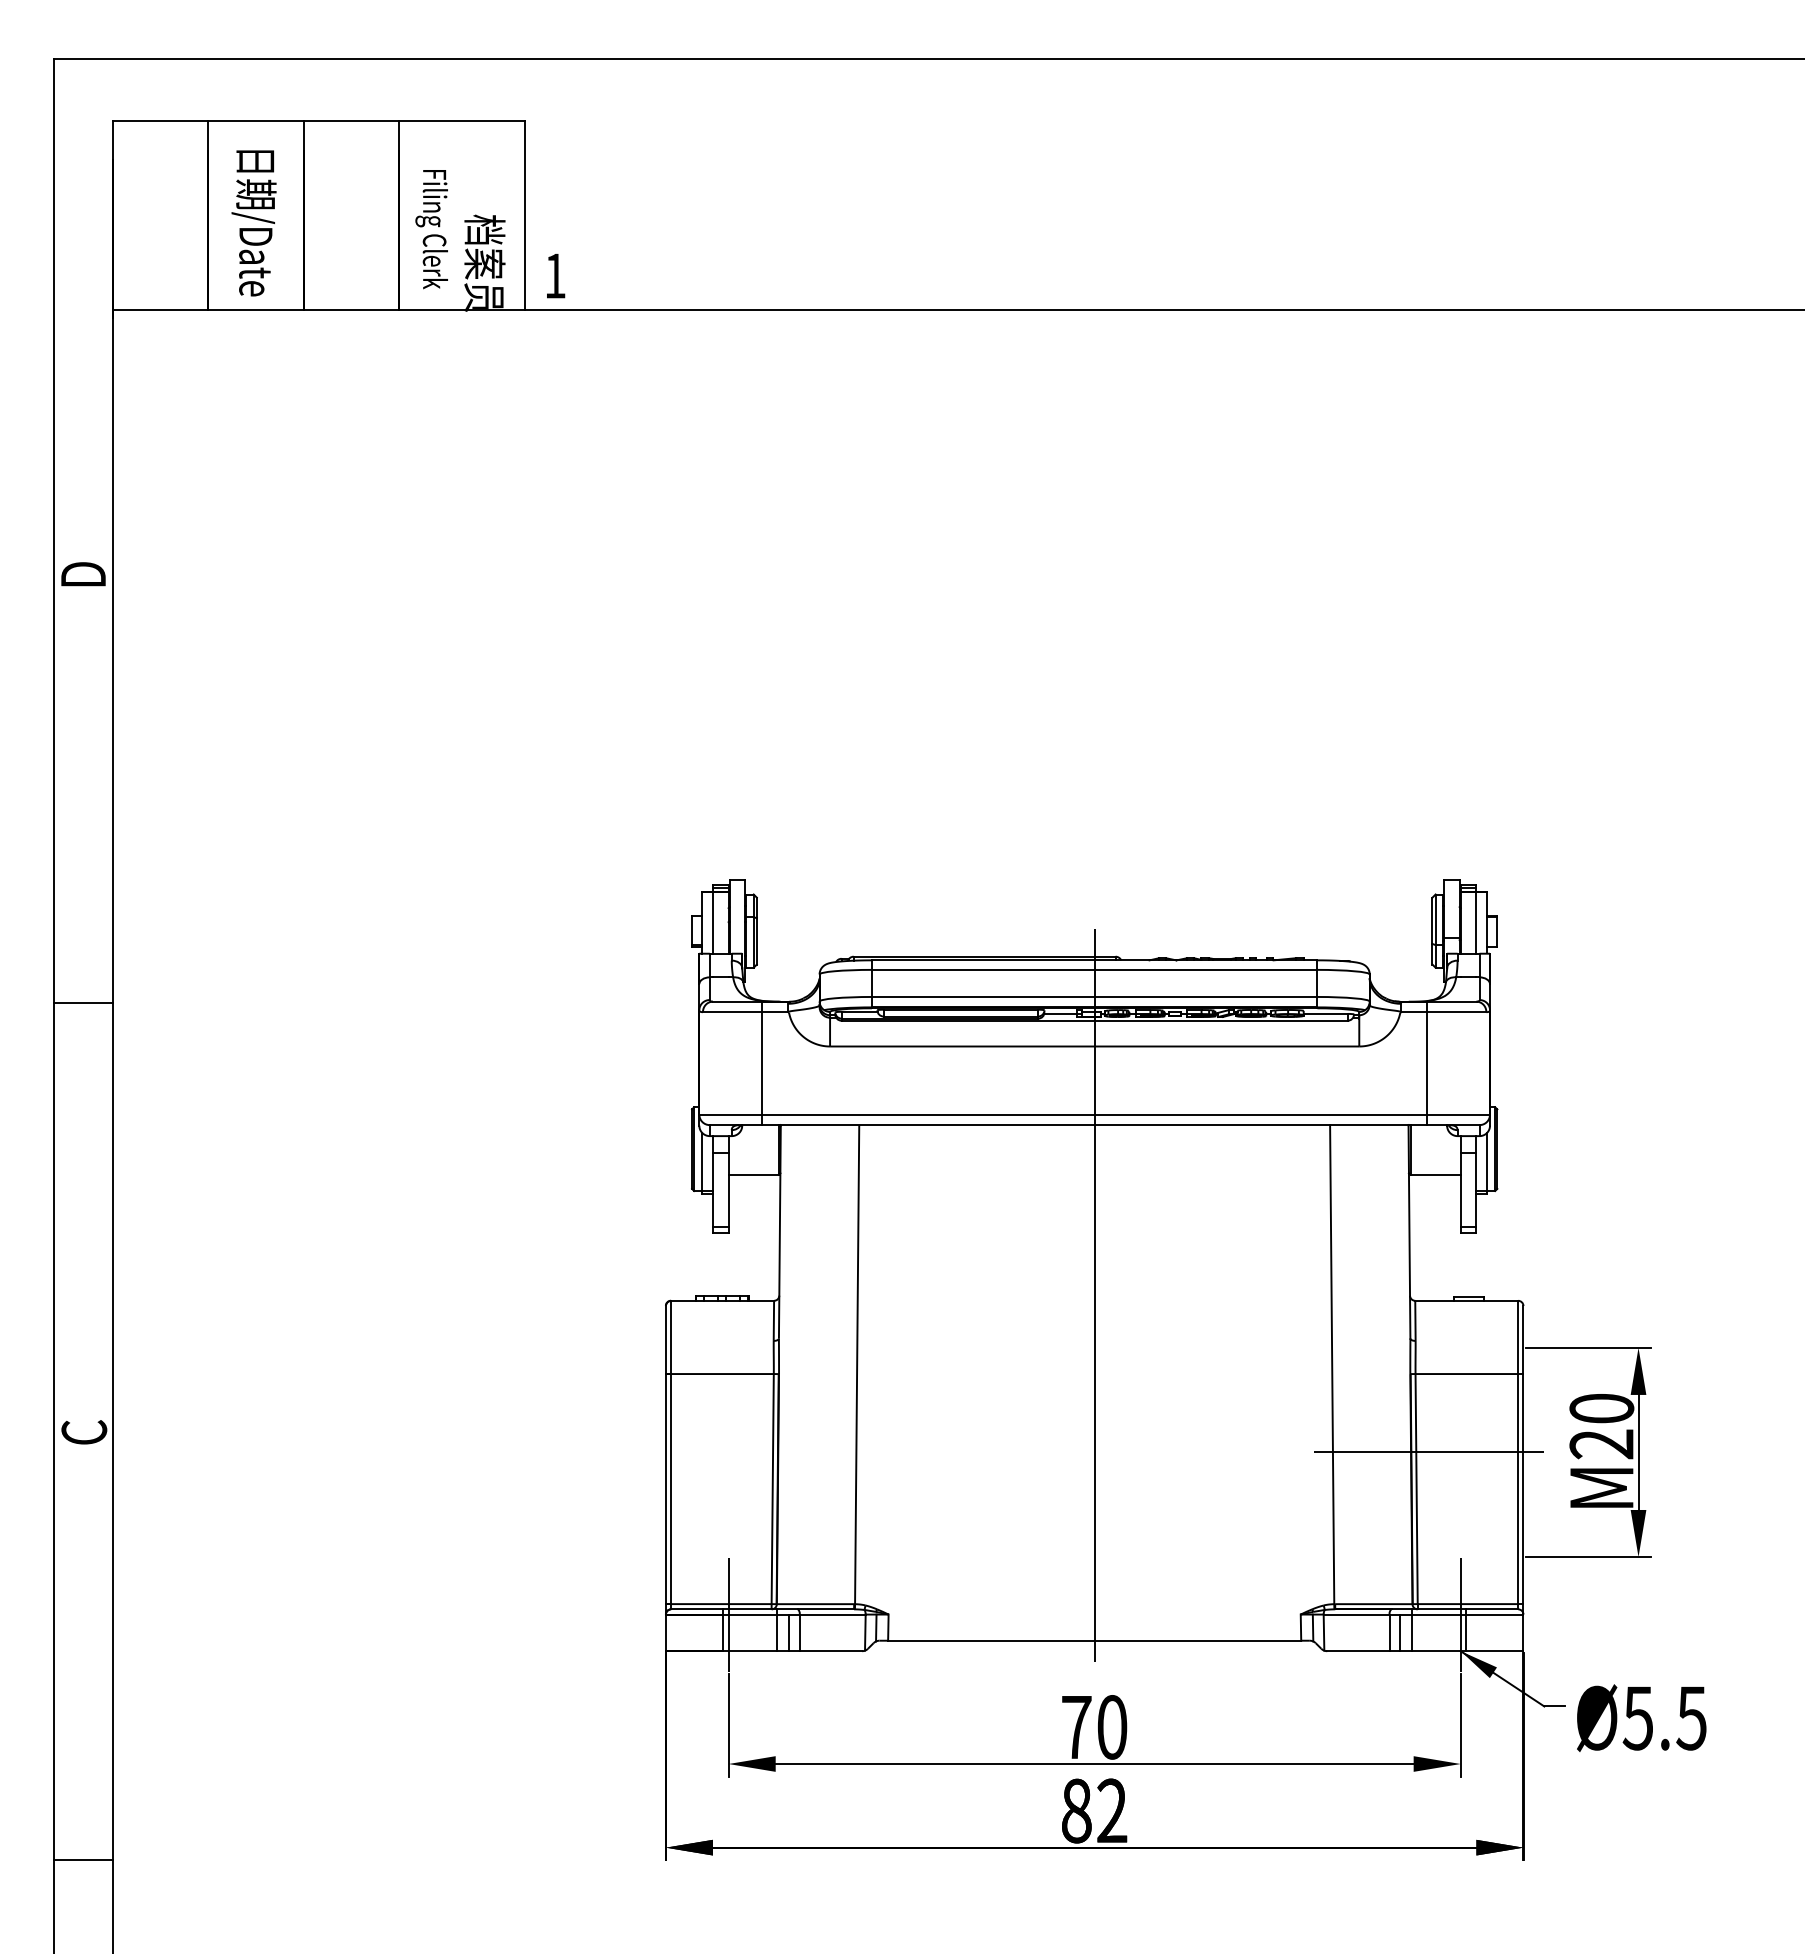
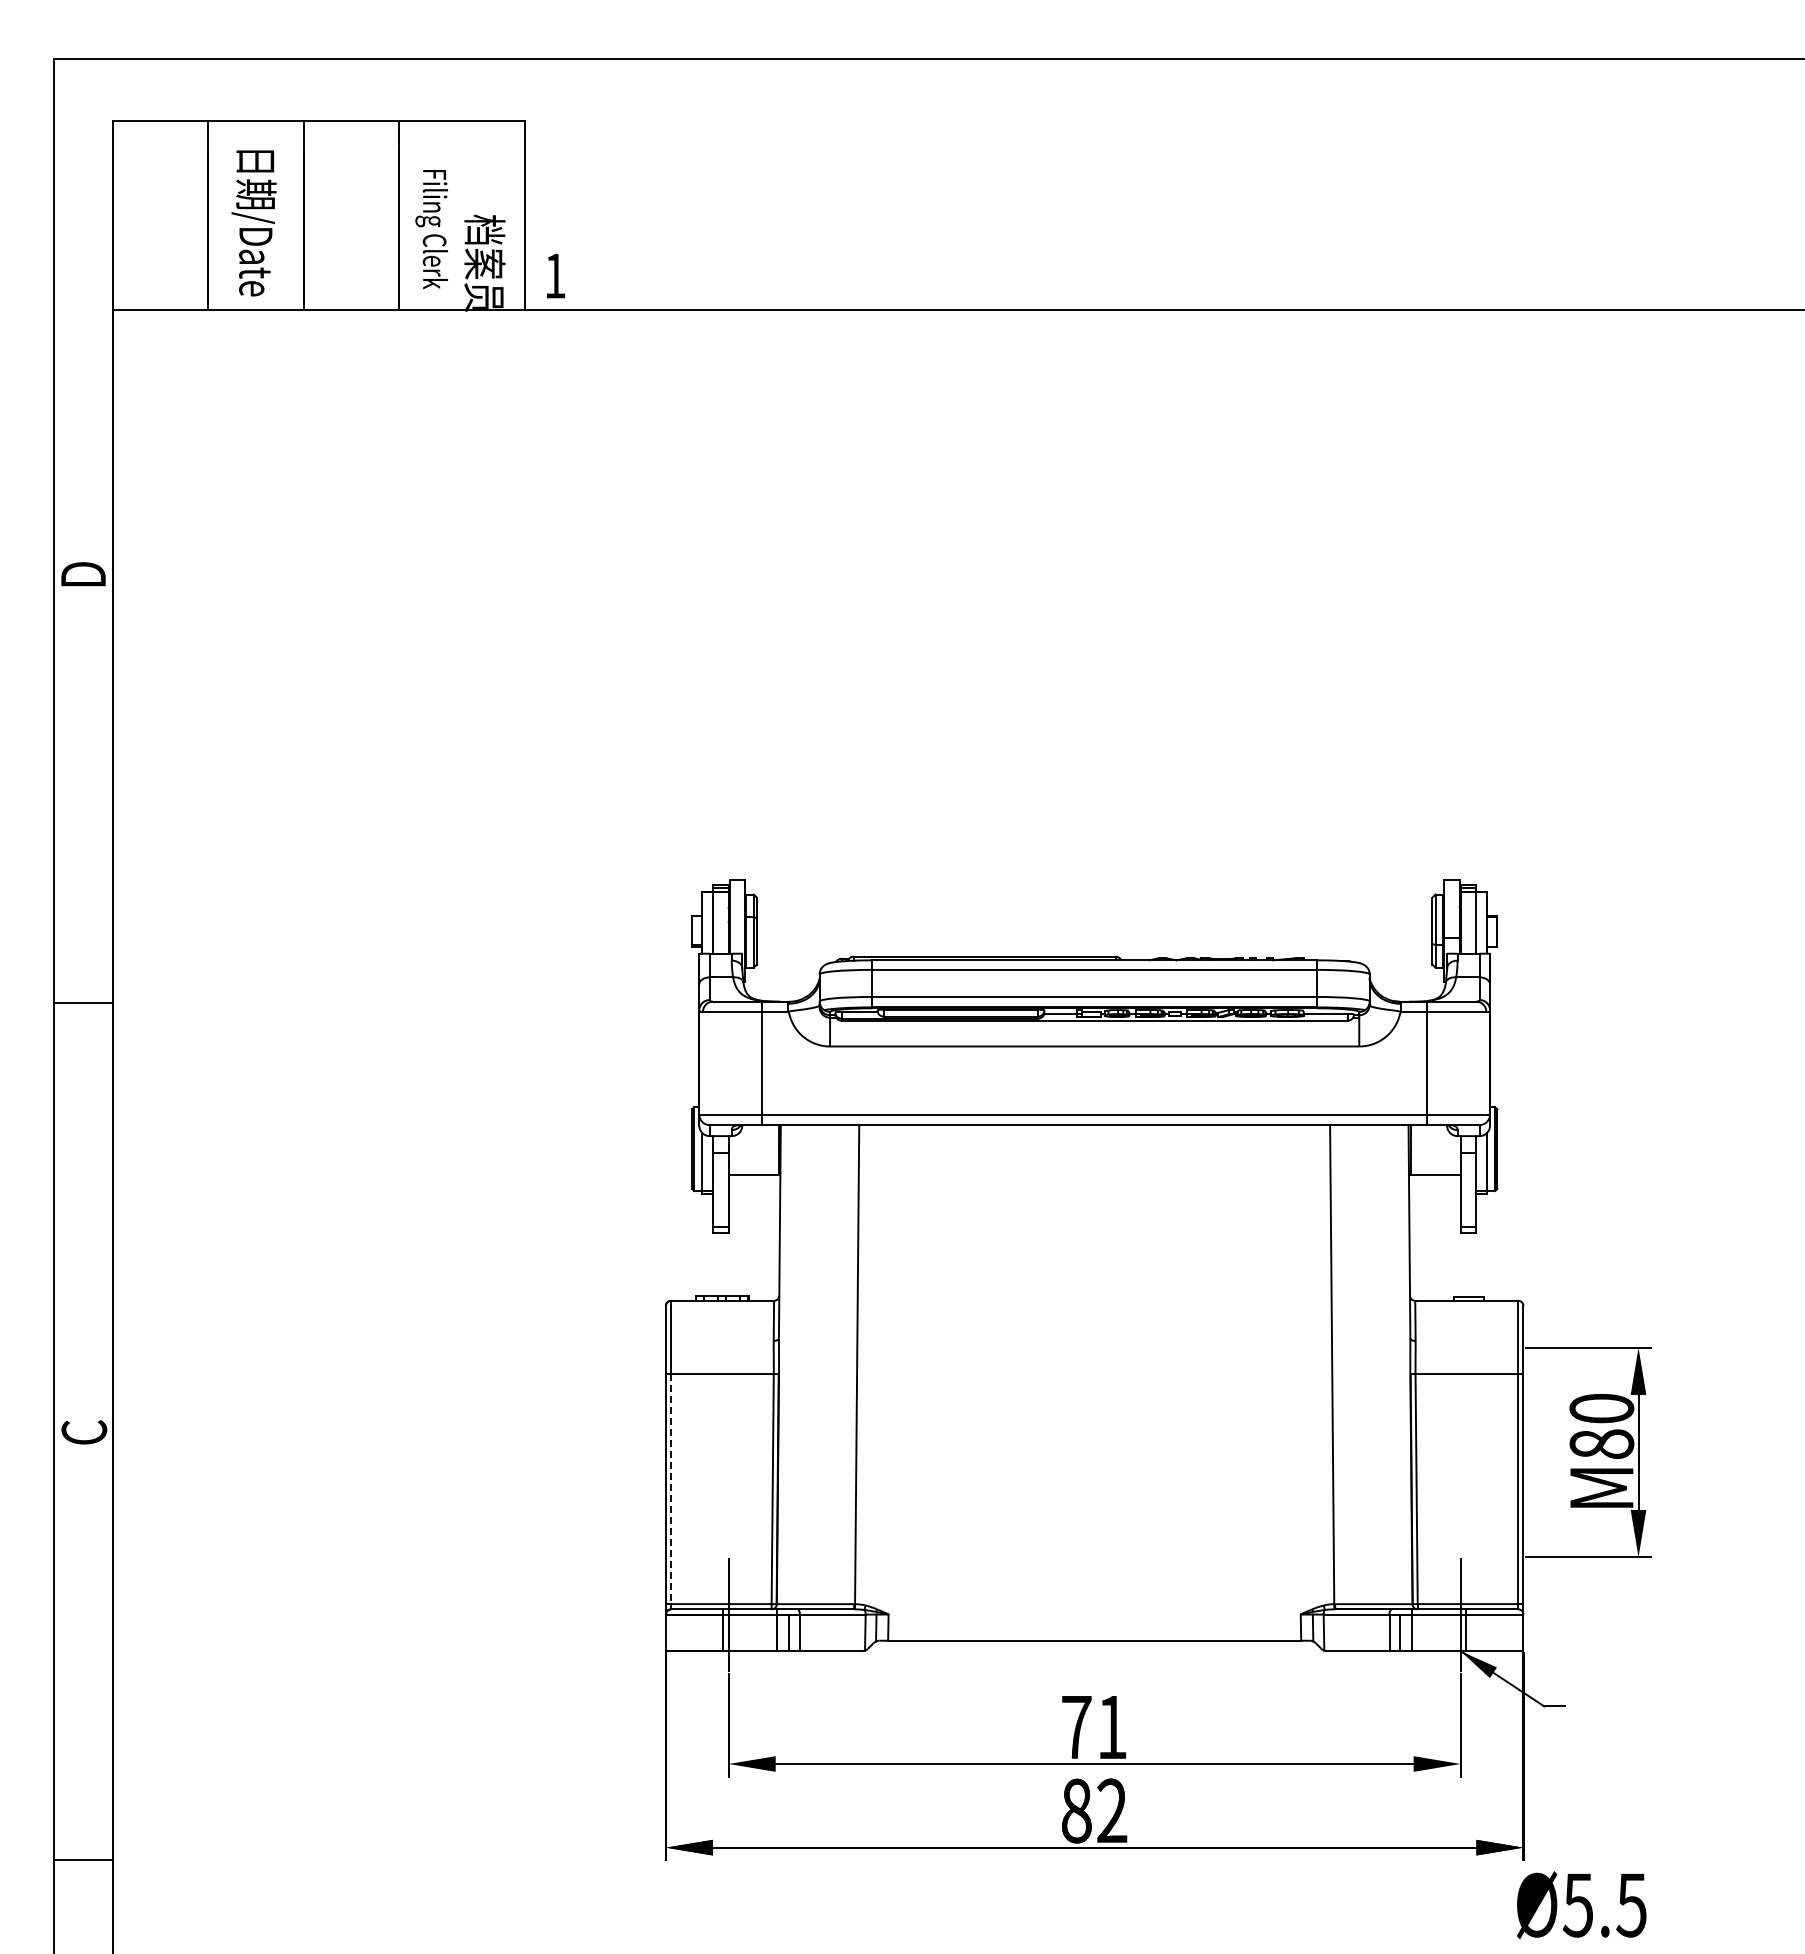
line at (1094, 1294): present -> none
text at (1601, 1444): M20 -> M80
line at (1429, 1452): present -> none
line at (671, 1489): solid -> dashed
text at (1641, 1717) position: (1641, 1717) -> (1581, 1904)
text at (1112, 1727): 70 -> 71
